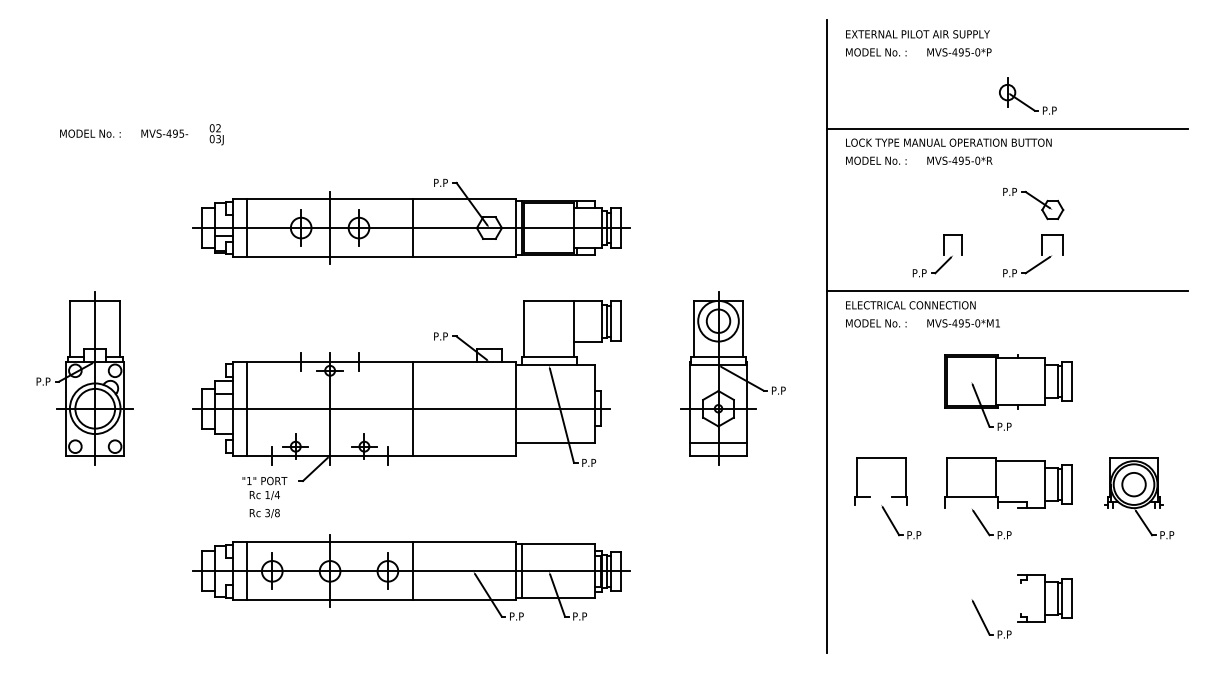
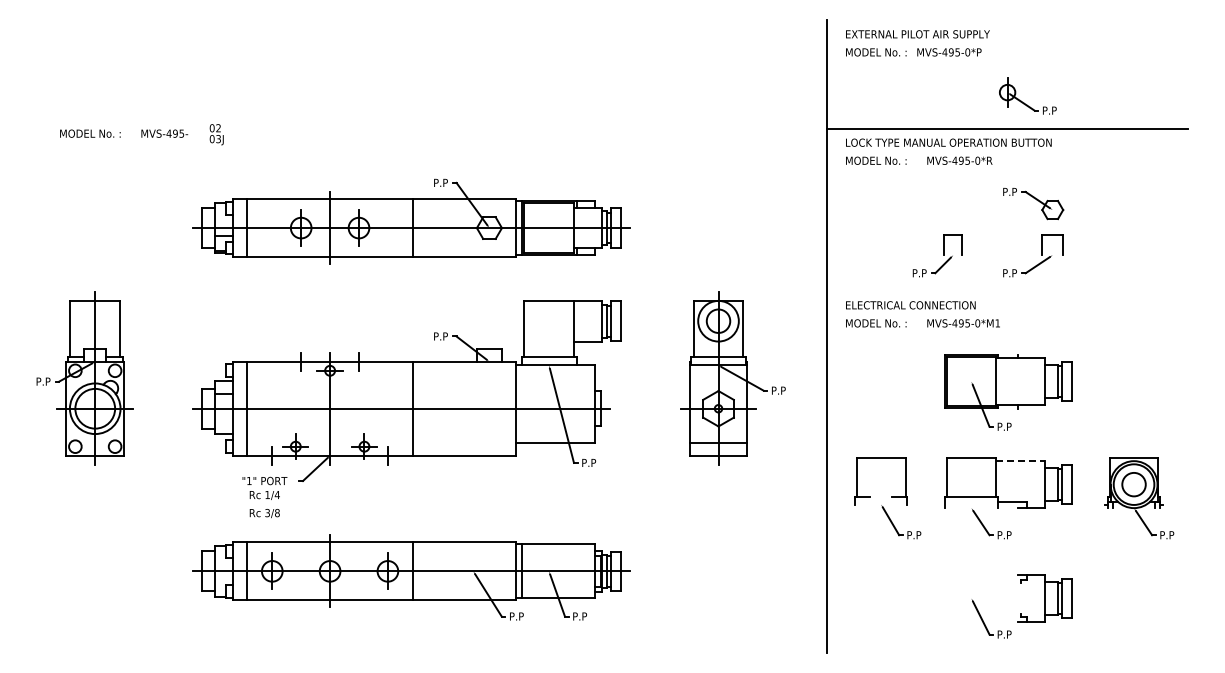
text at (959, 52) position: (959, 52) -> (949, 52)
line at (1007, 291): present -> none
line at (1020, 461): solid -> dashed
